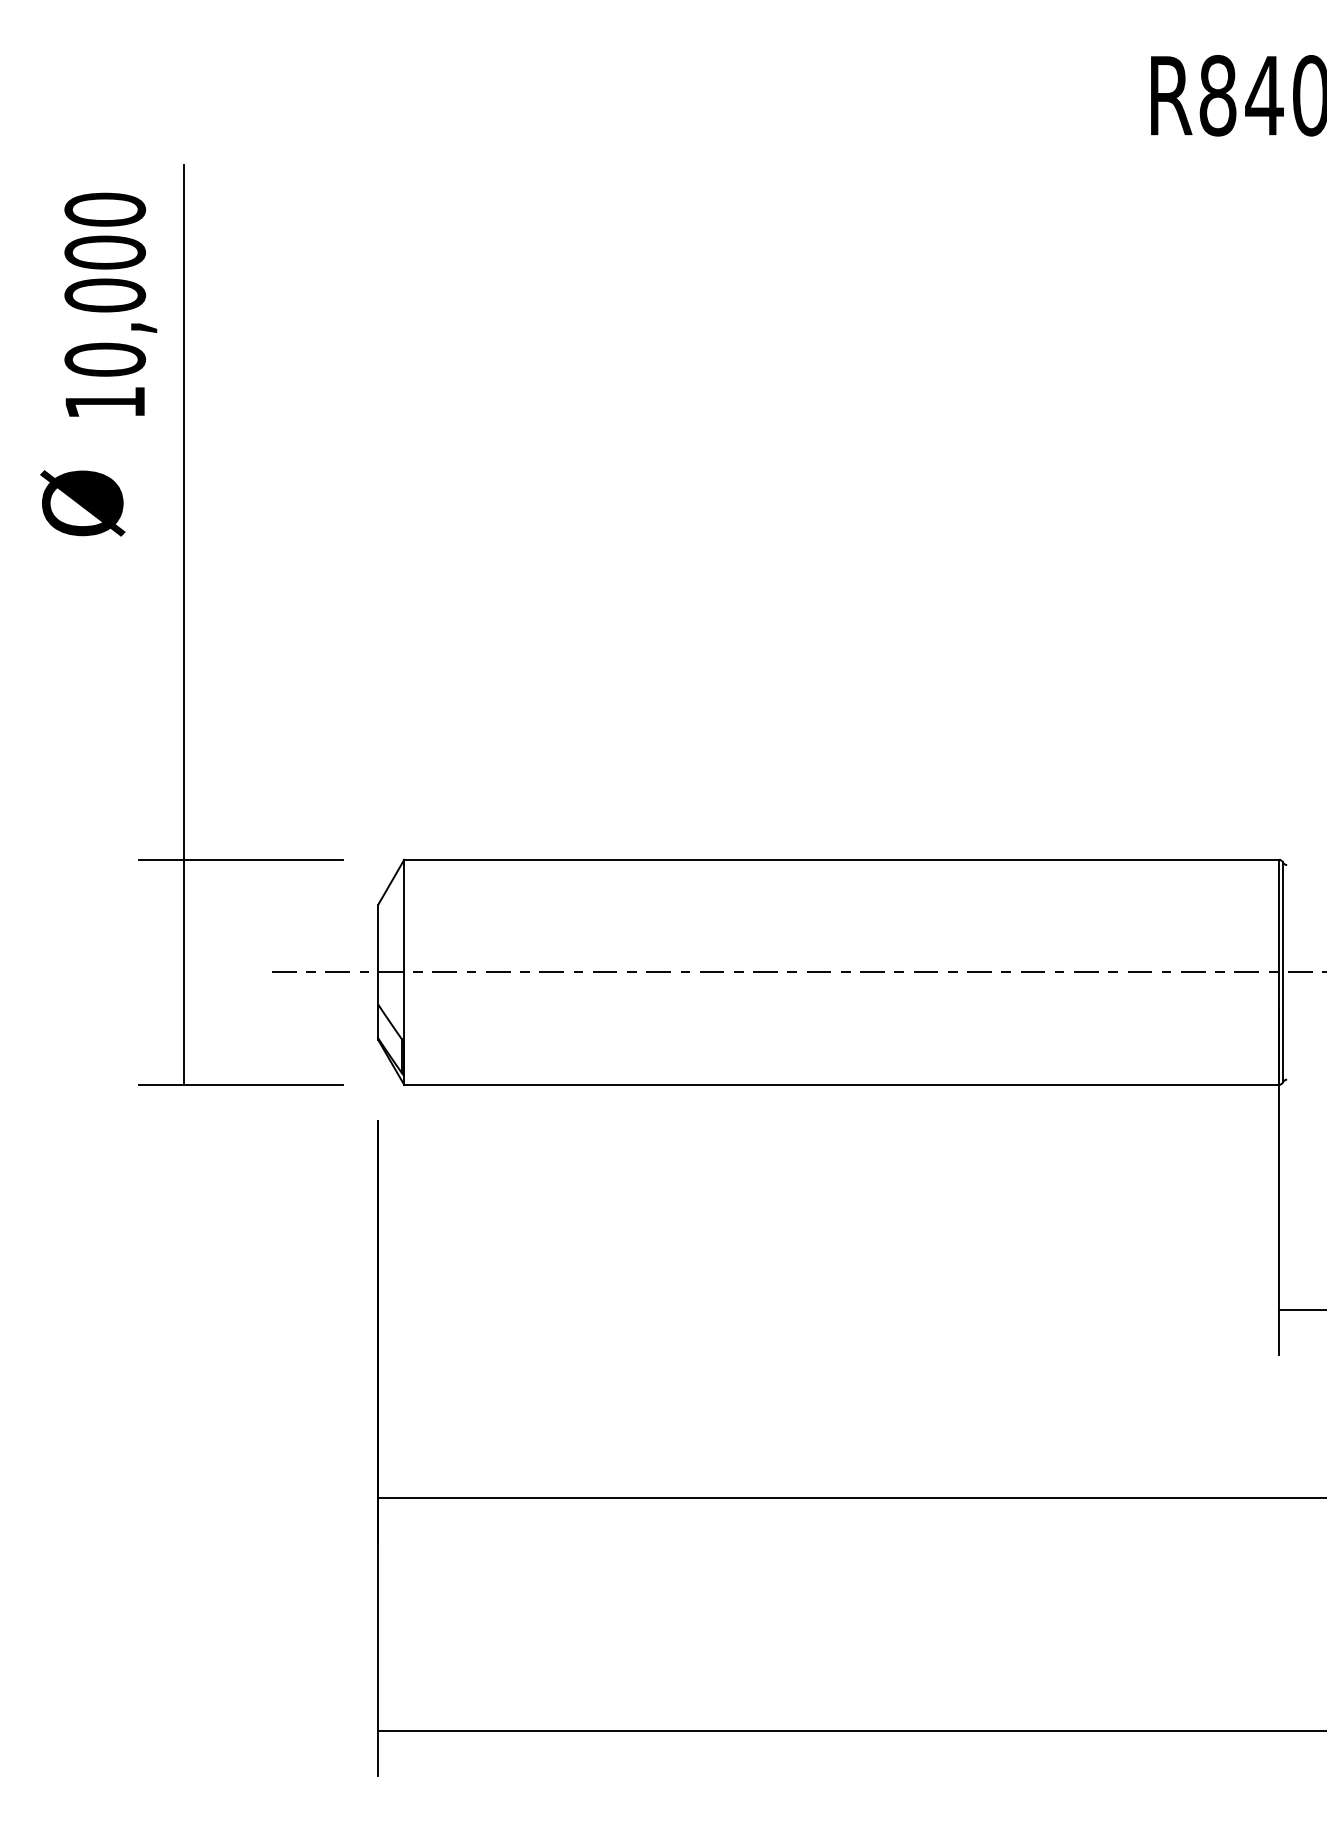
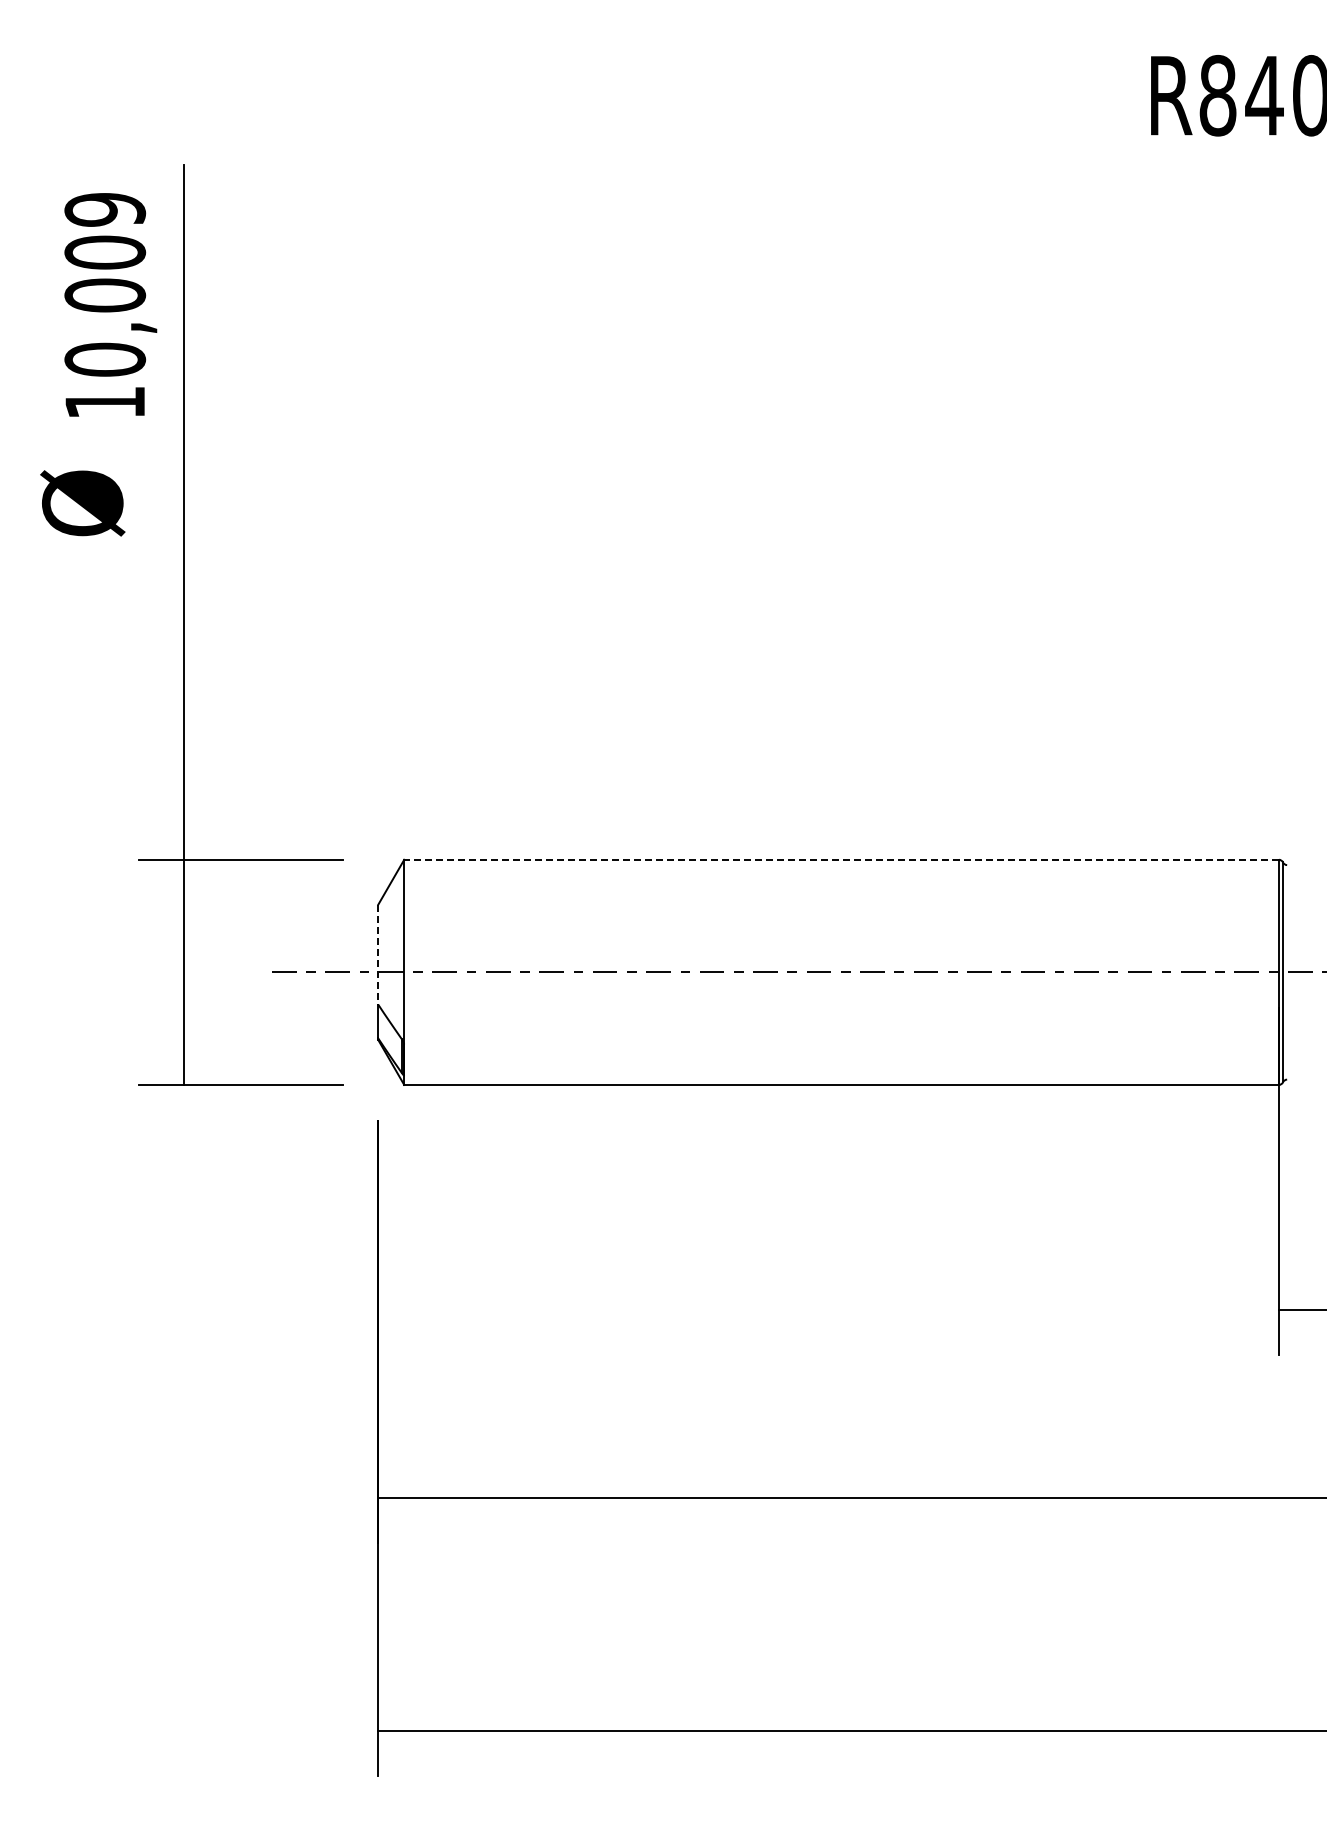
text at (105, 209): 10,000 -> 10,009
line at (841, 859): solid -> dashed
line at (378, 954): solid -> dashed
